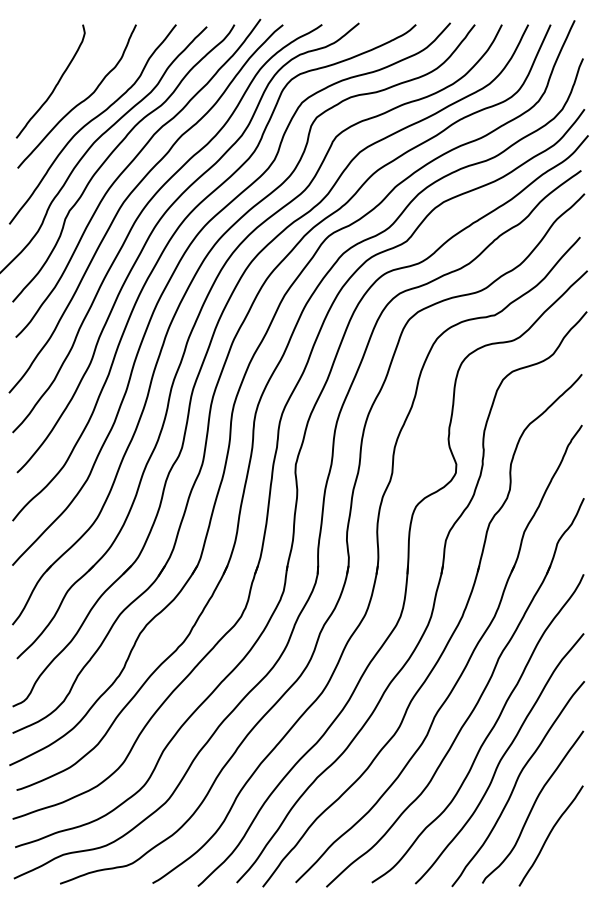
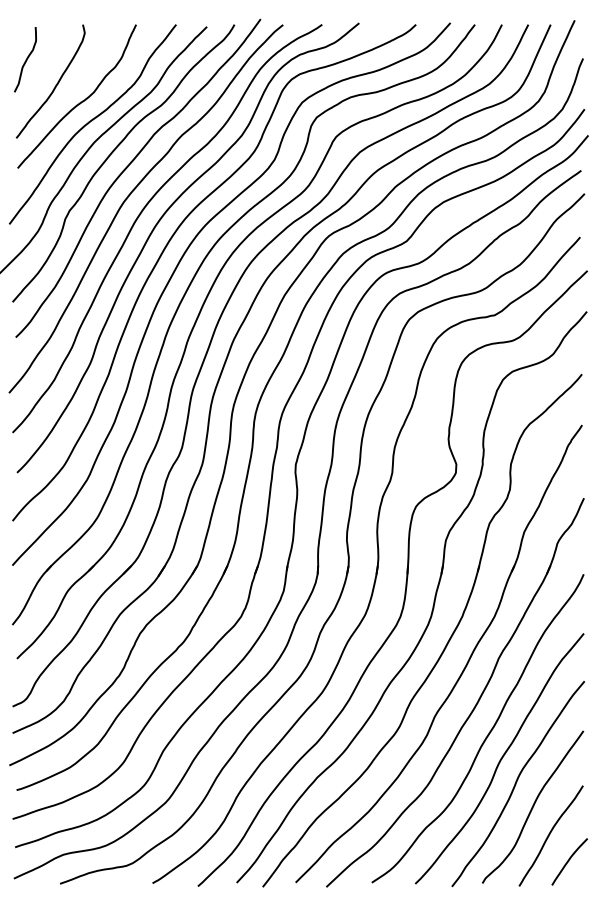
curve at (25, 59): none -> present
curve at (569, 861): none -> present
